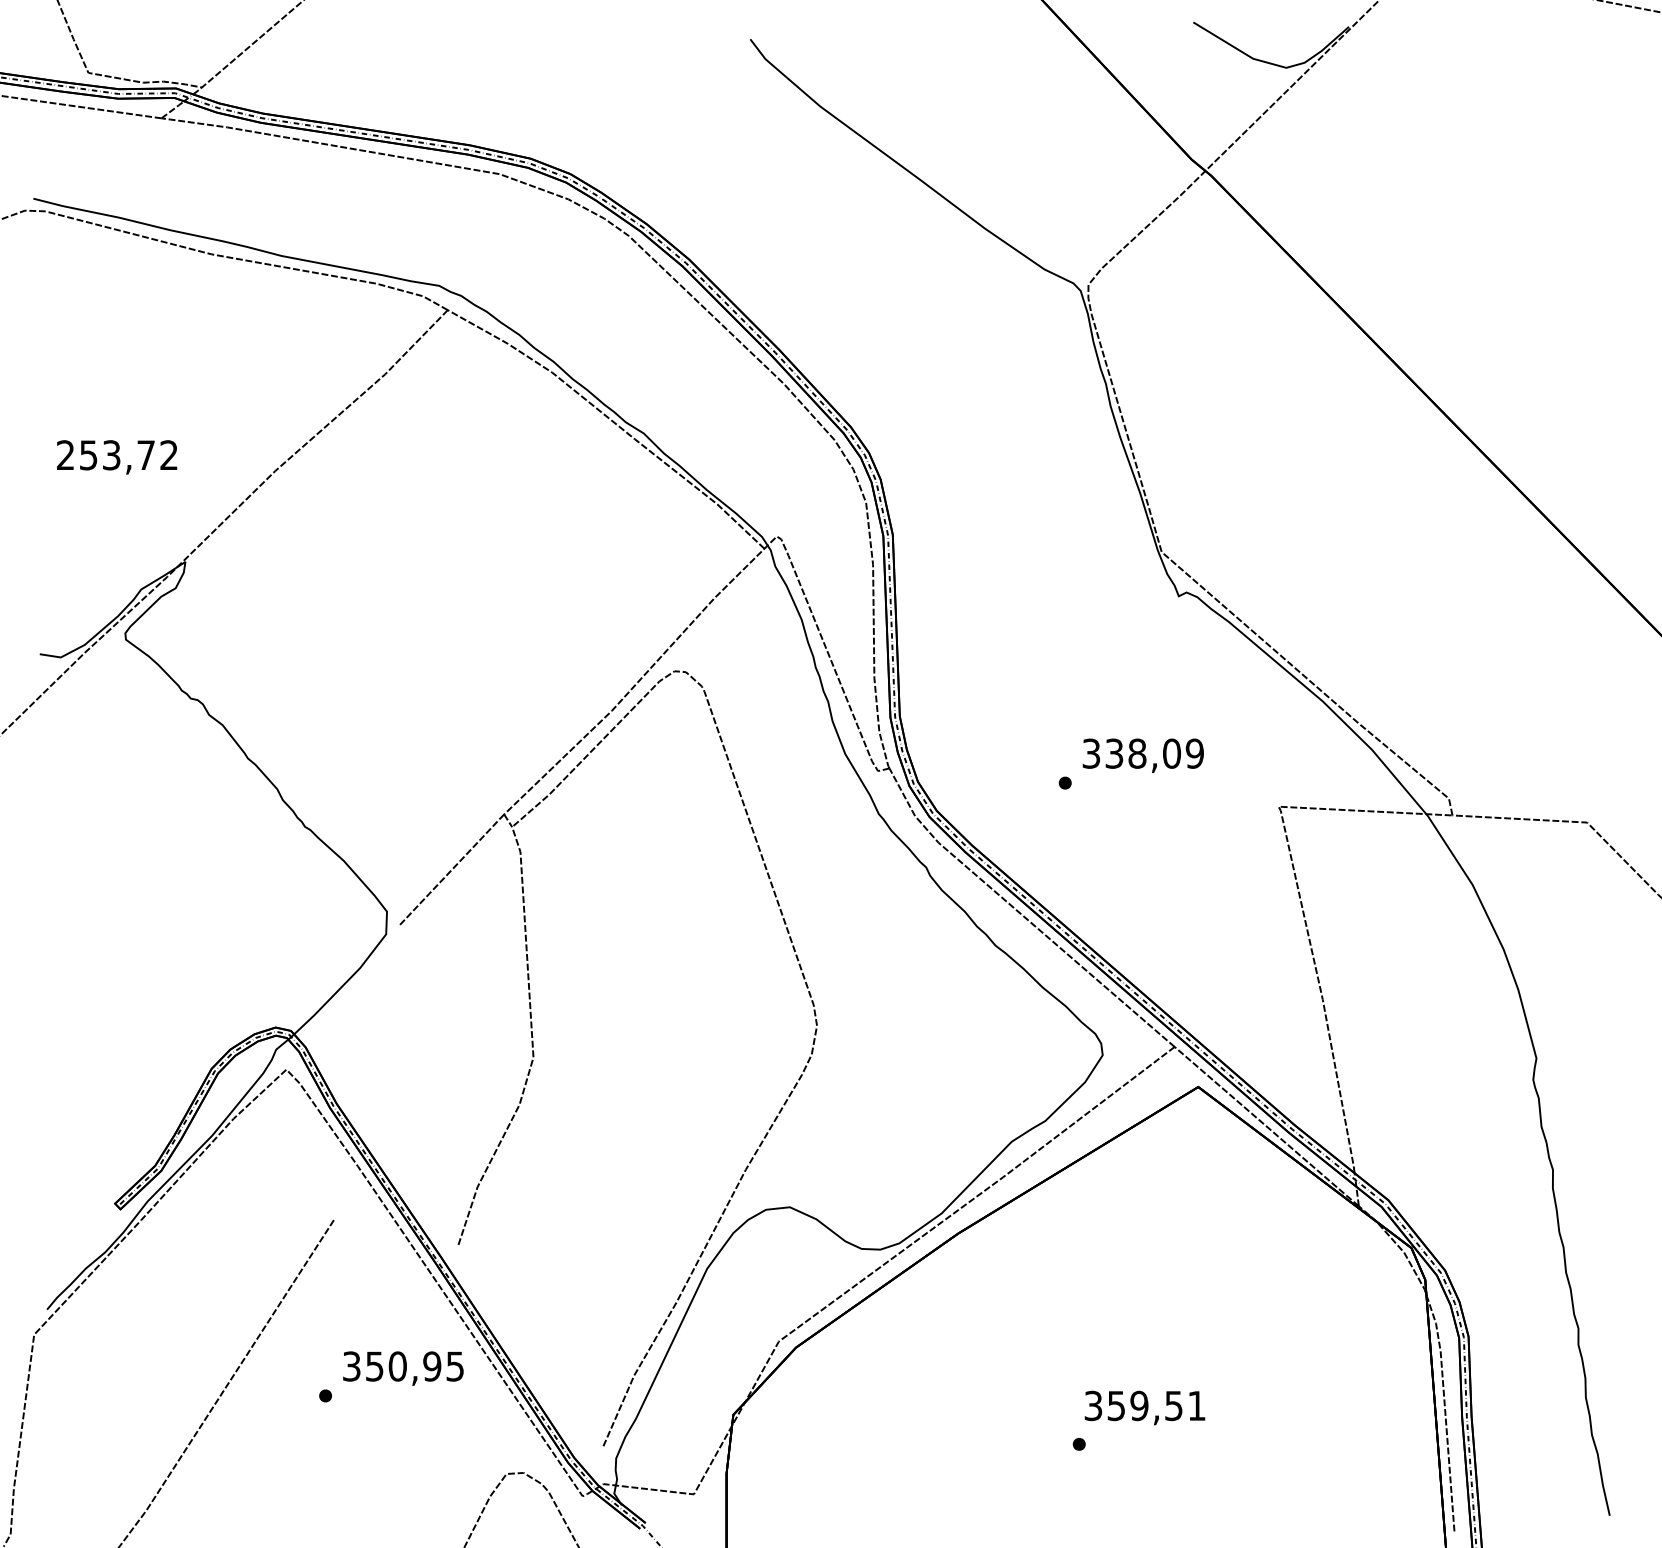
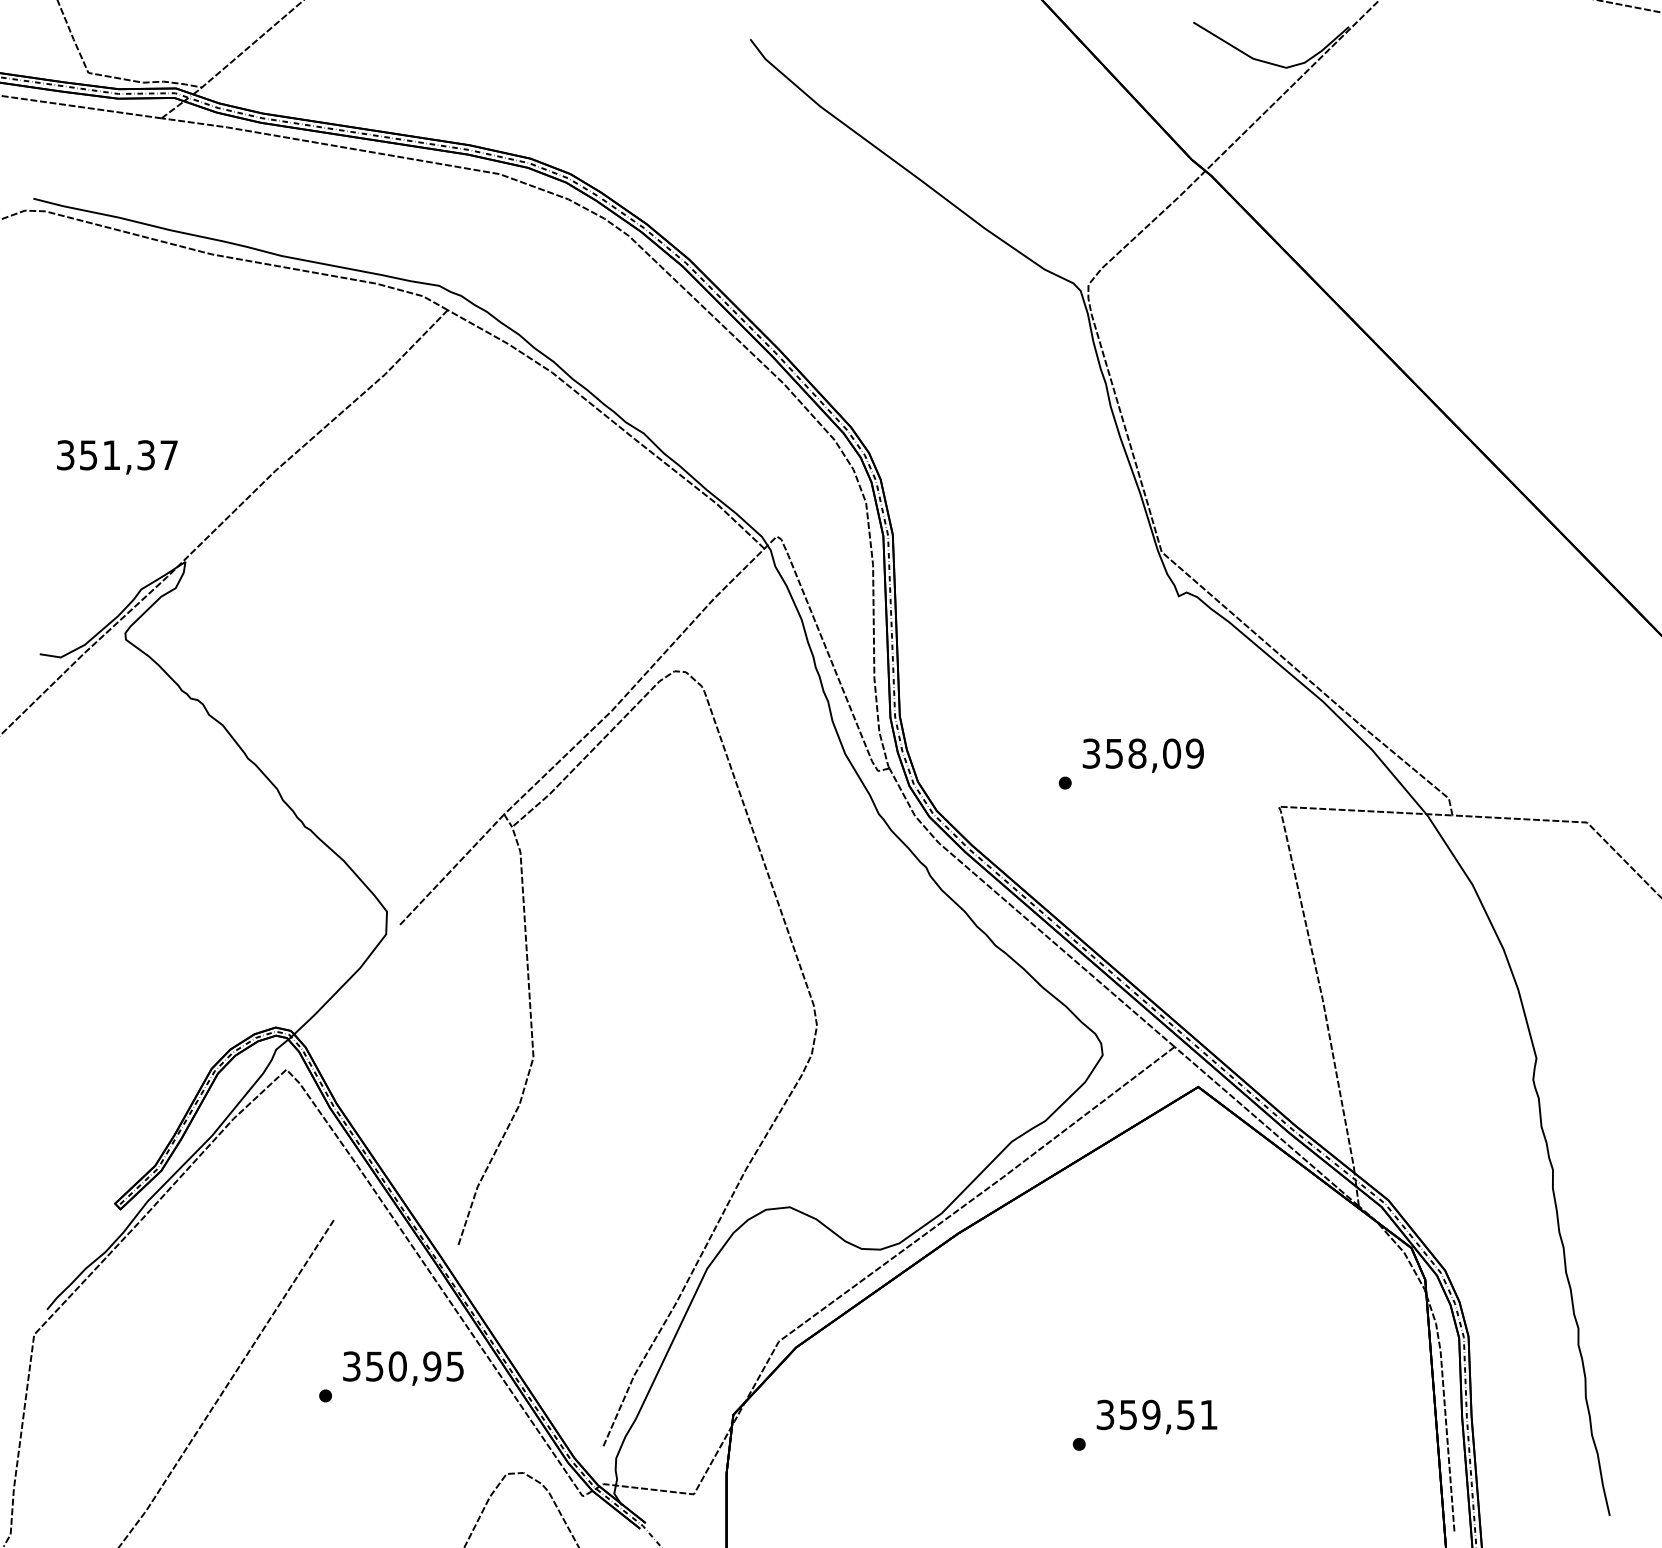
text at (117, 455): 253,72 -> 351,37
text at (1114, 753): 338,09 -> 358,09
text at (1144, 1407) position: (1144, 1407) -> (1156, 1416)
